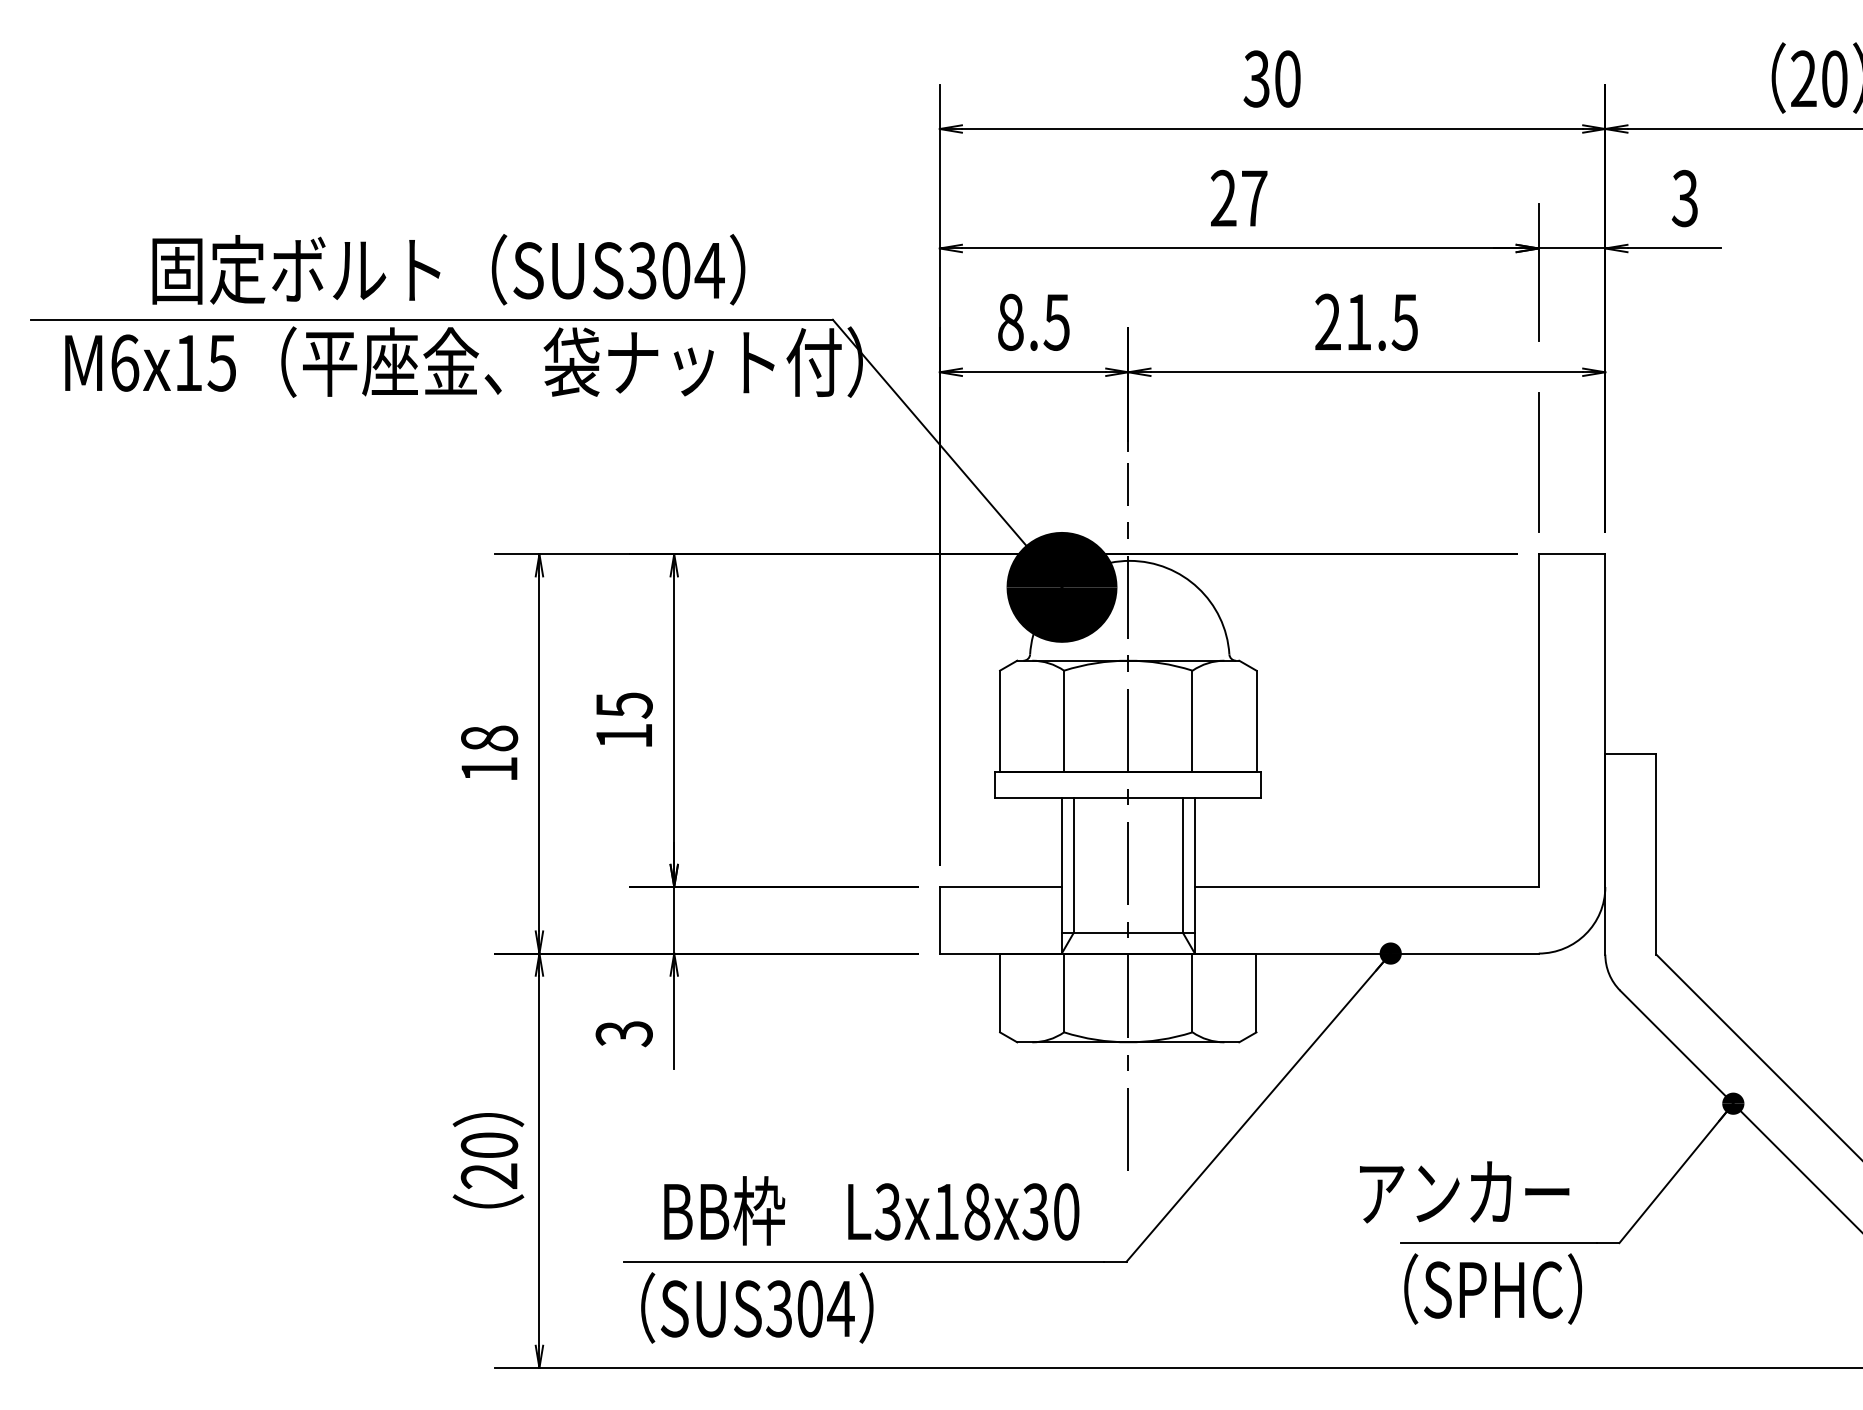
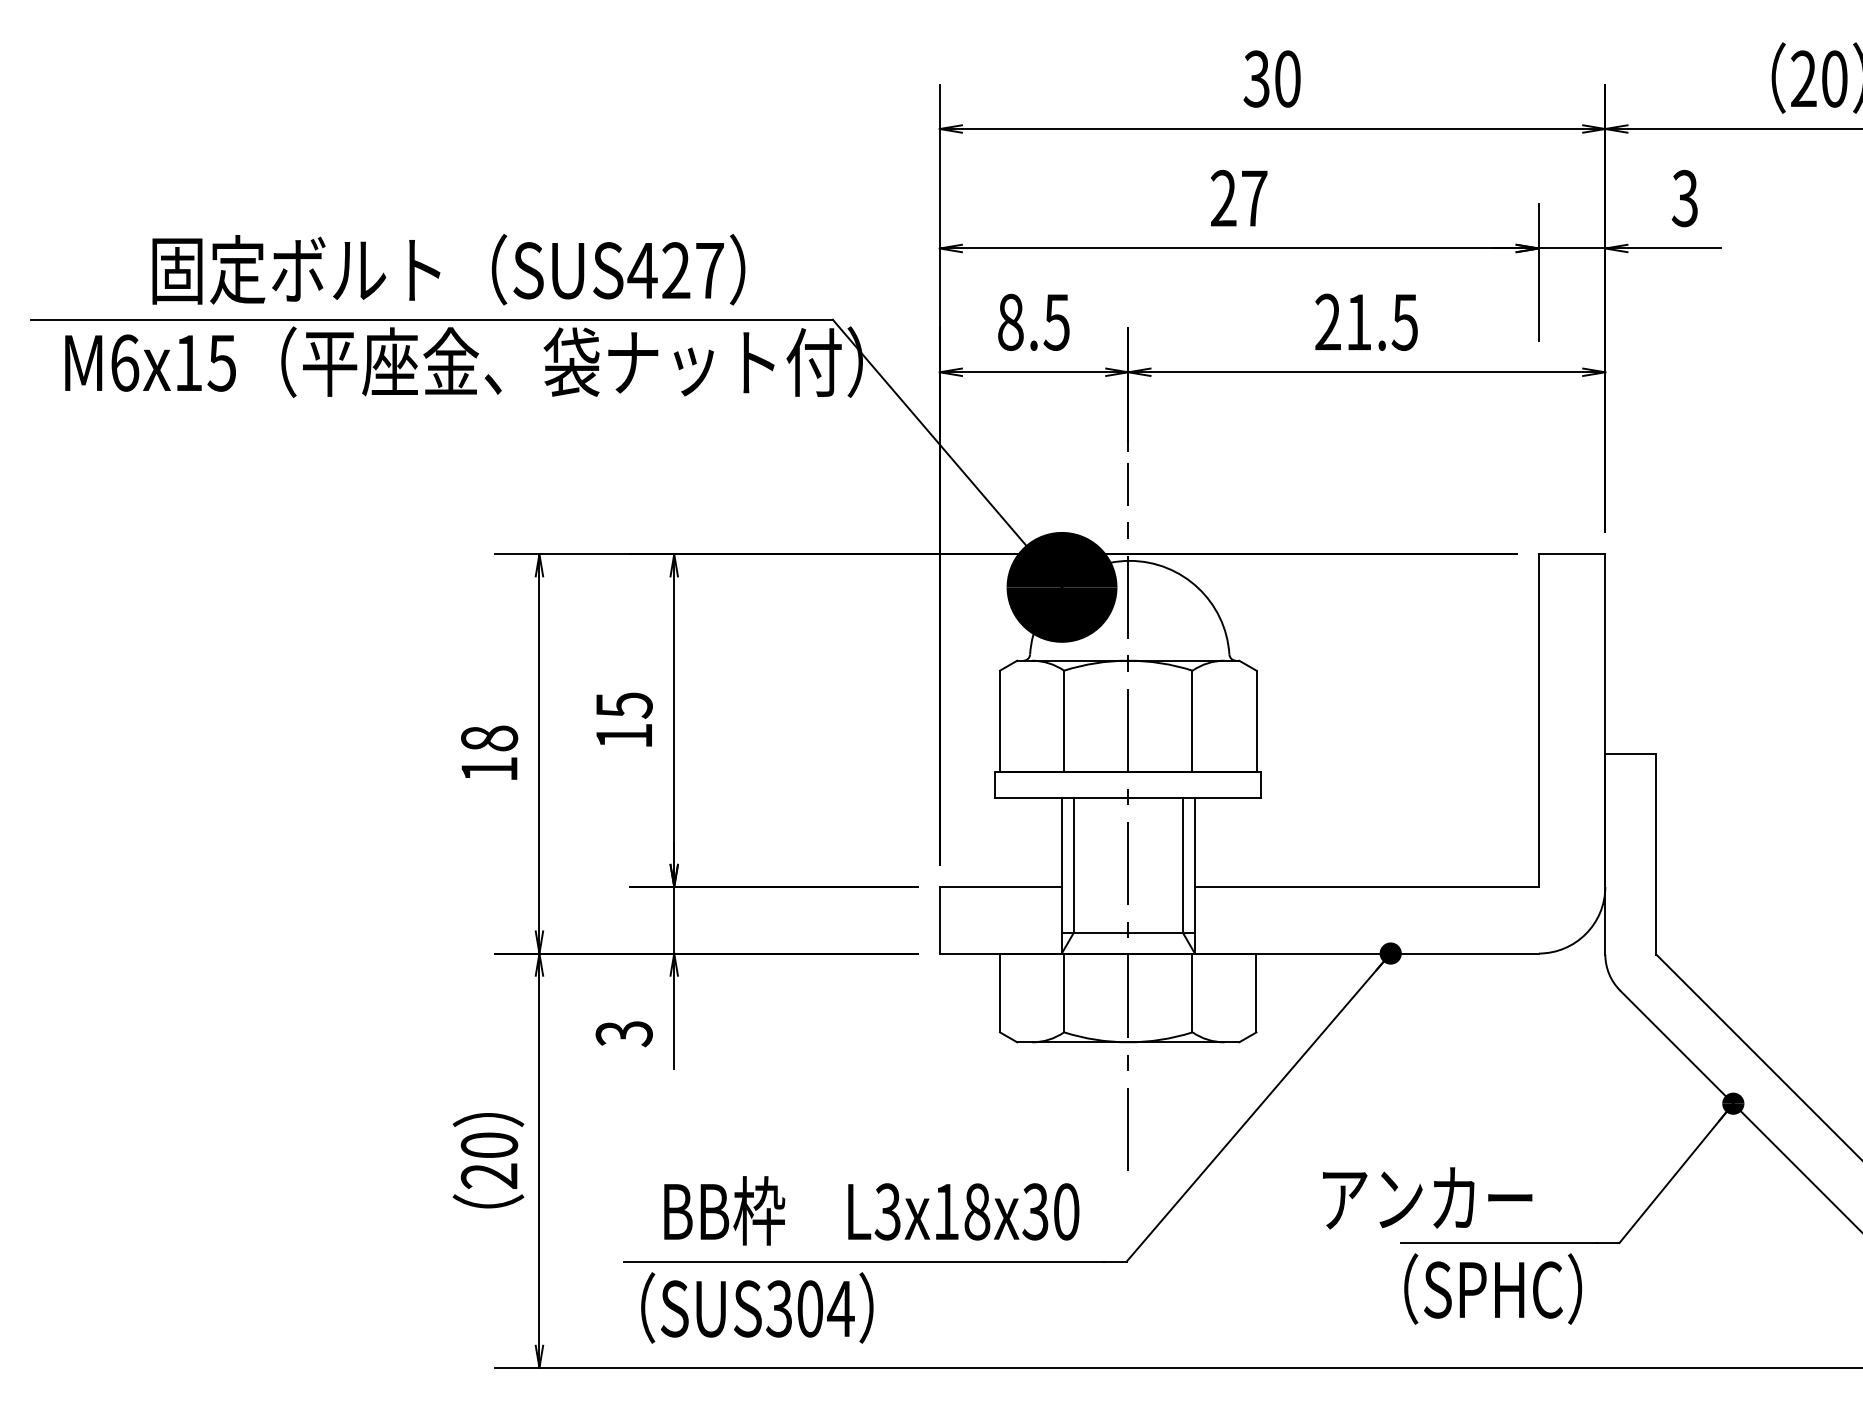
text at (675, 270): SUS304 -> SUS427
line at (1538, 462): present -> none
text at (1464, 1192) position: (1464, 1192) -> (1427, 1198)
